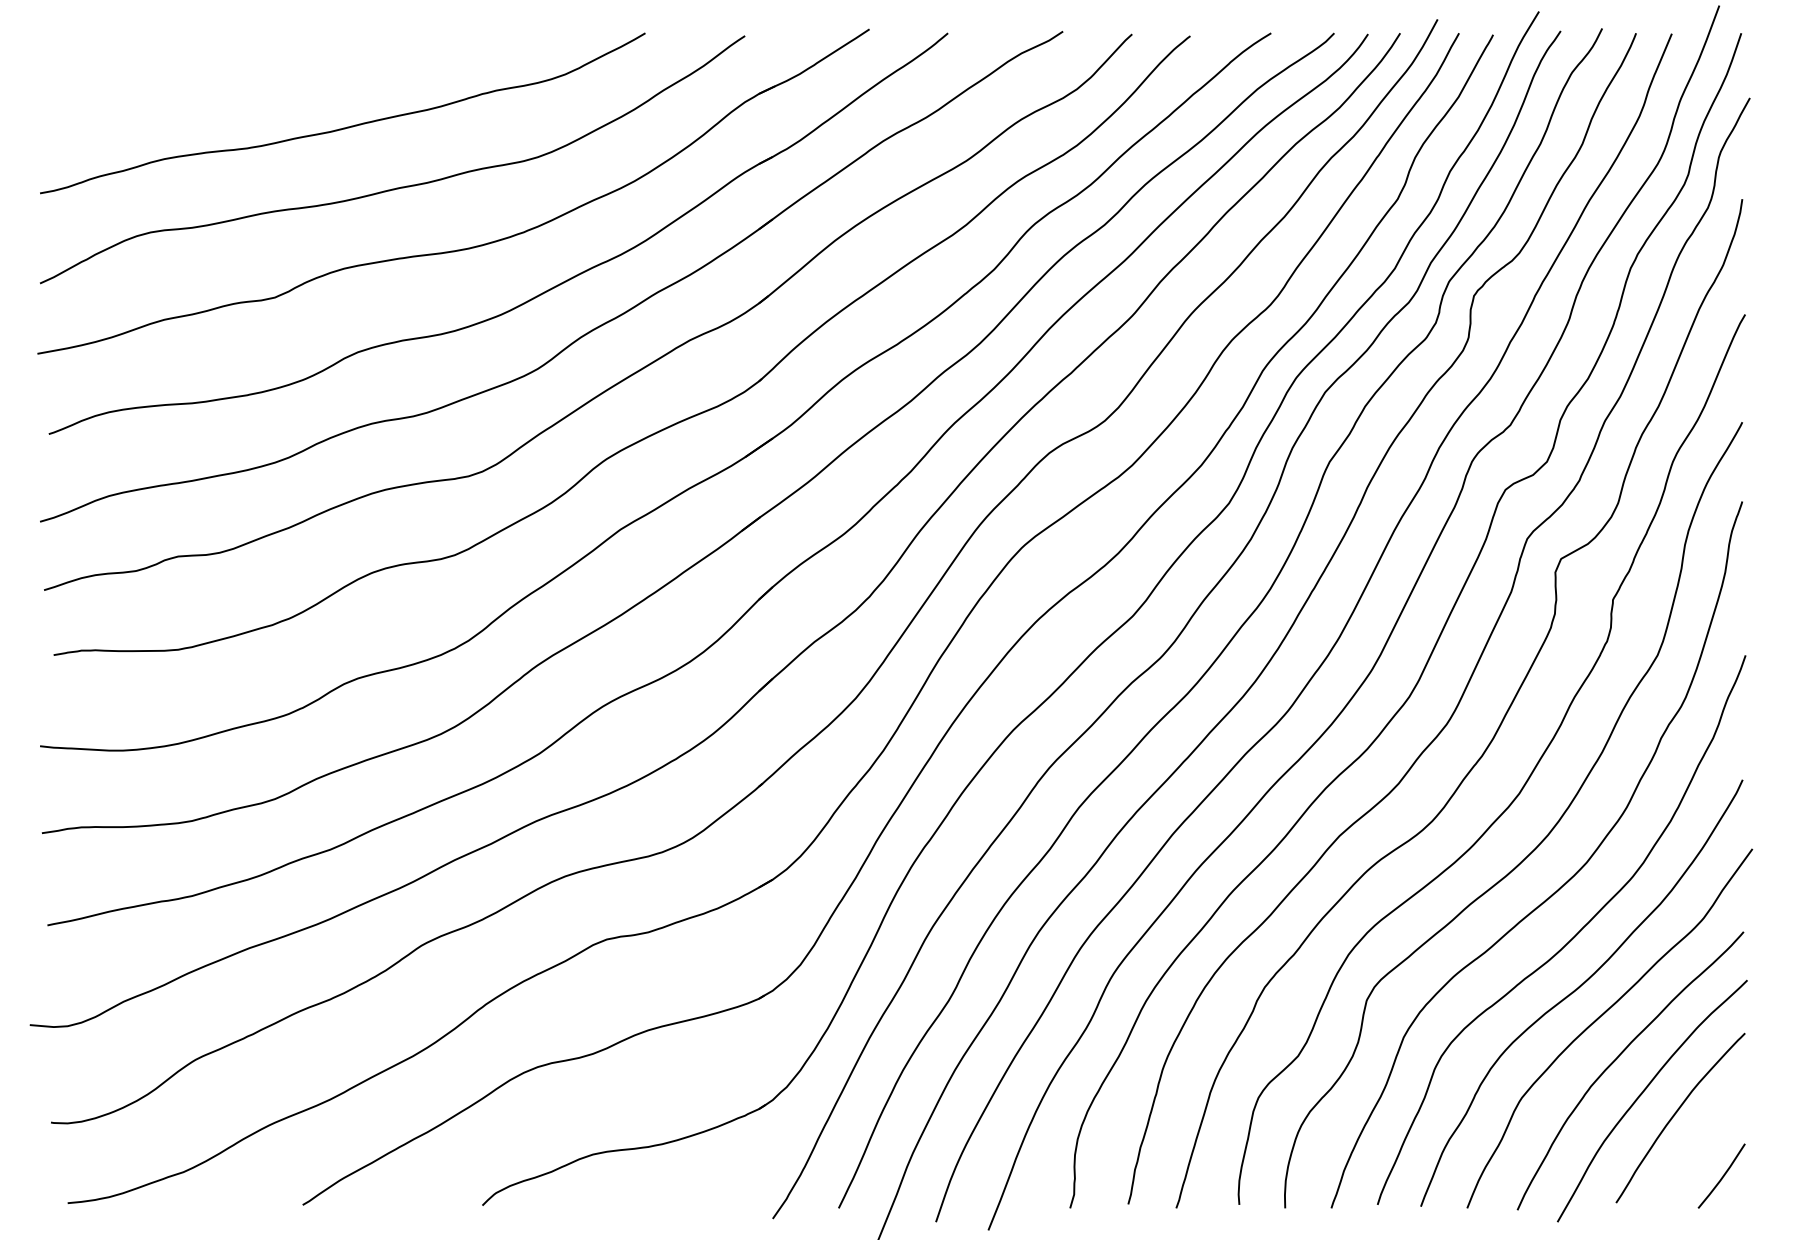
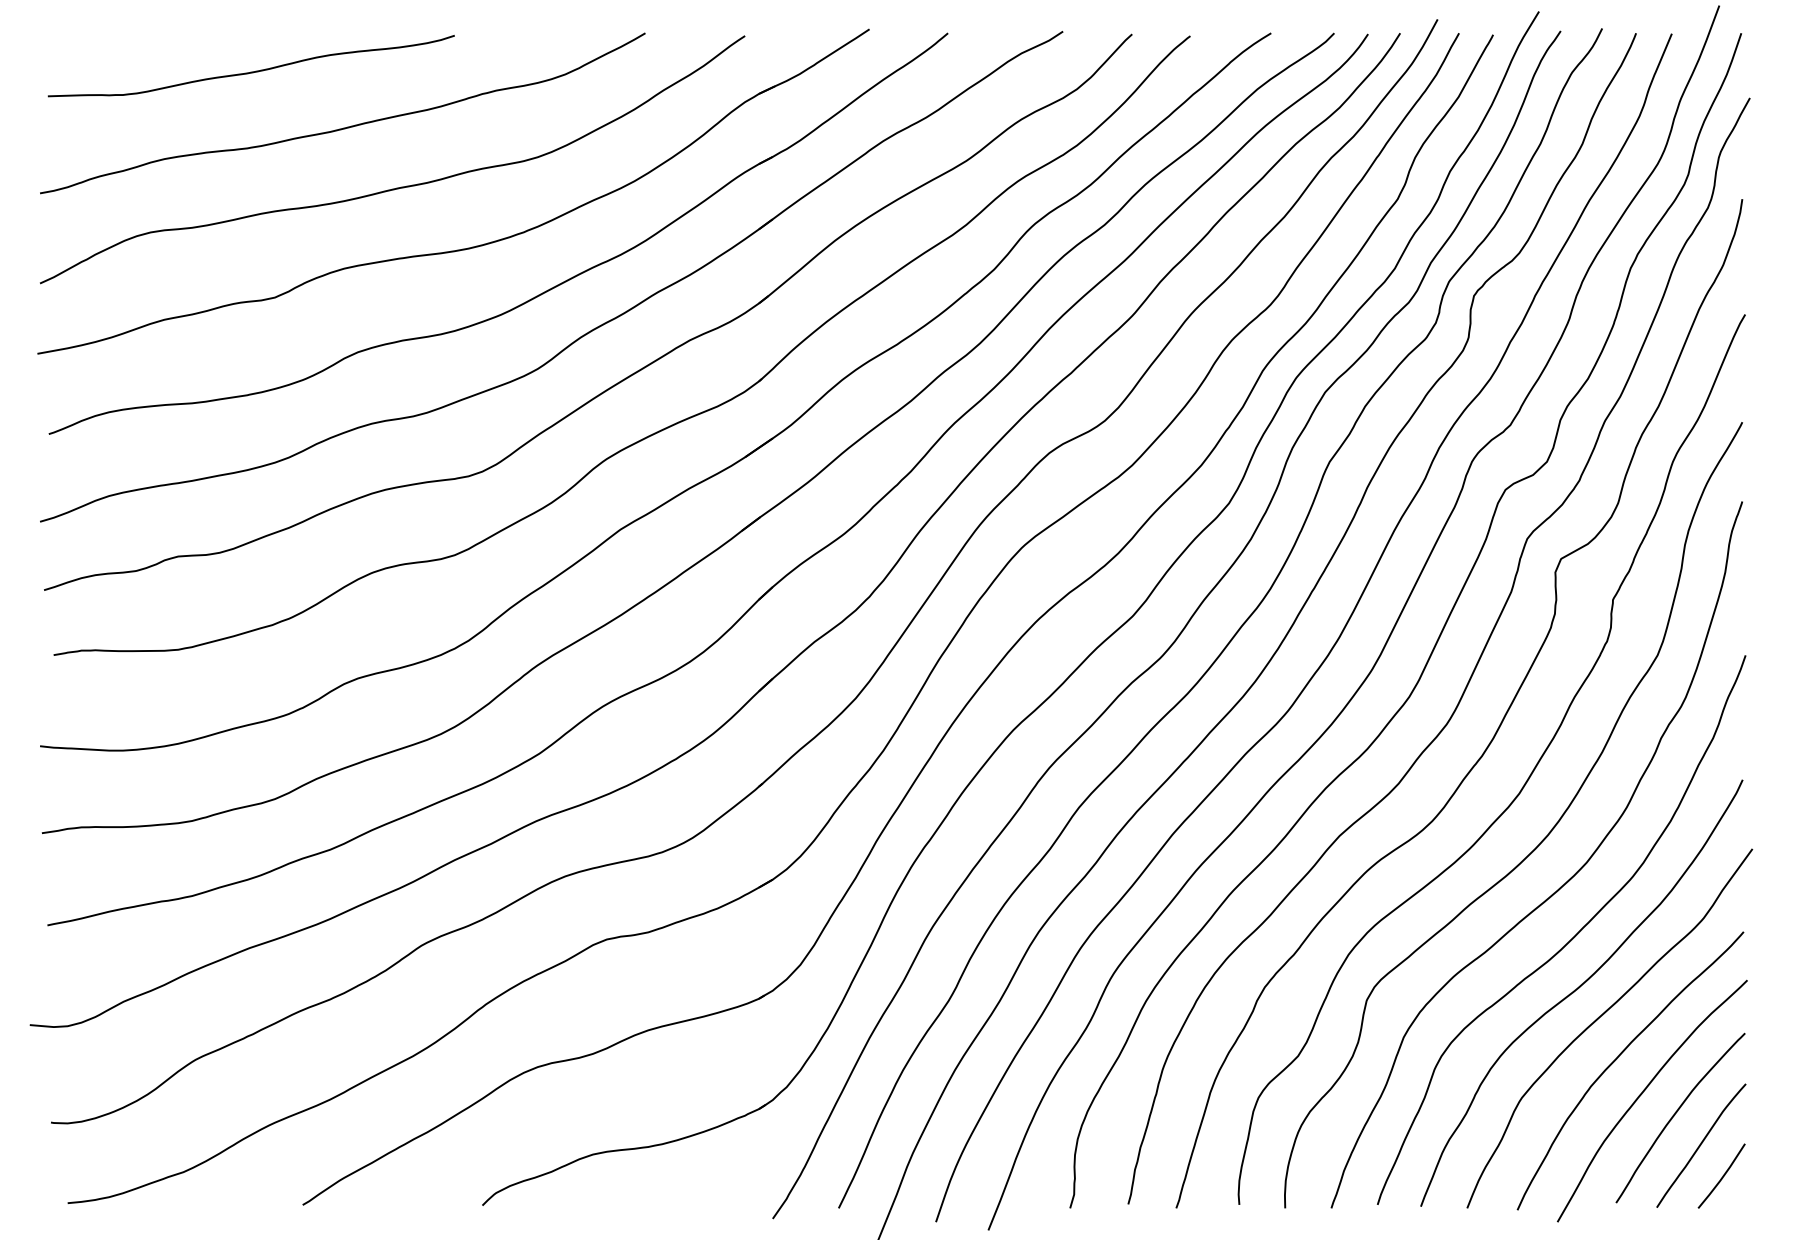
curve at (250, 71): none -> present
curve at (1701, 1145): none -> present
